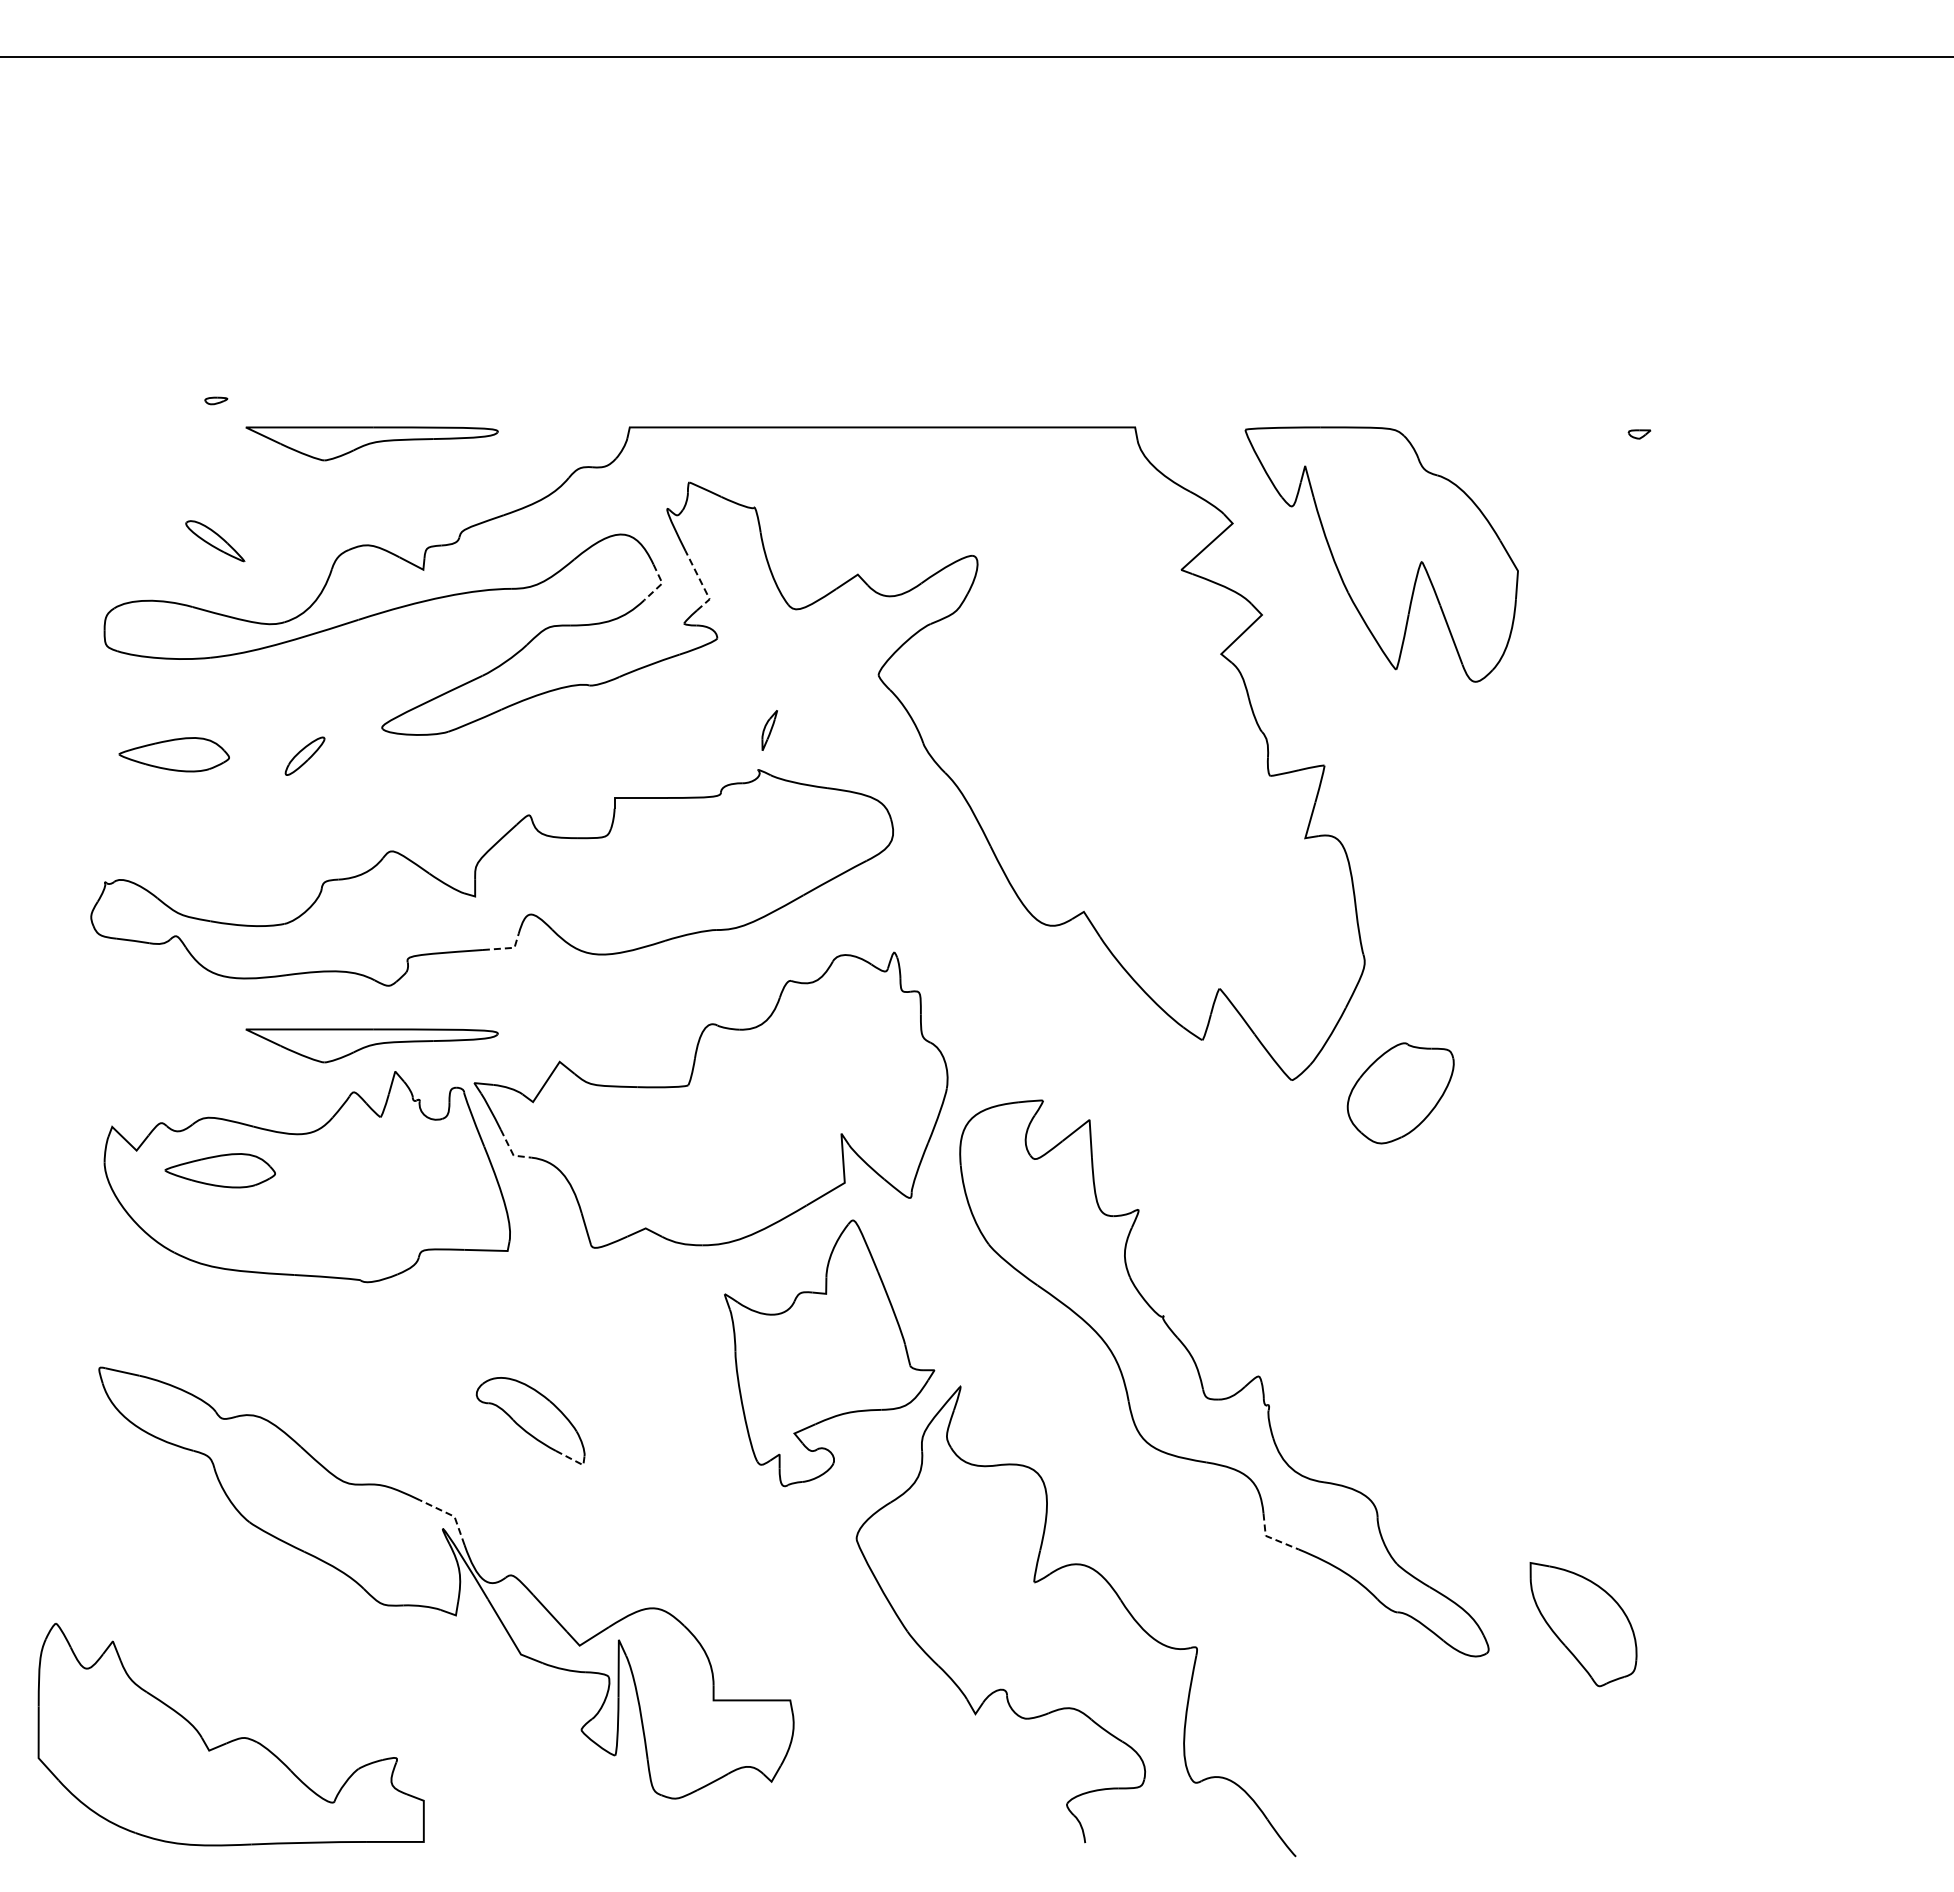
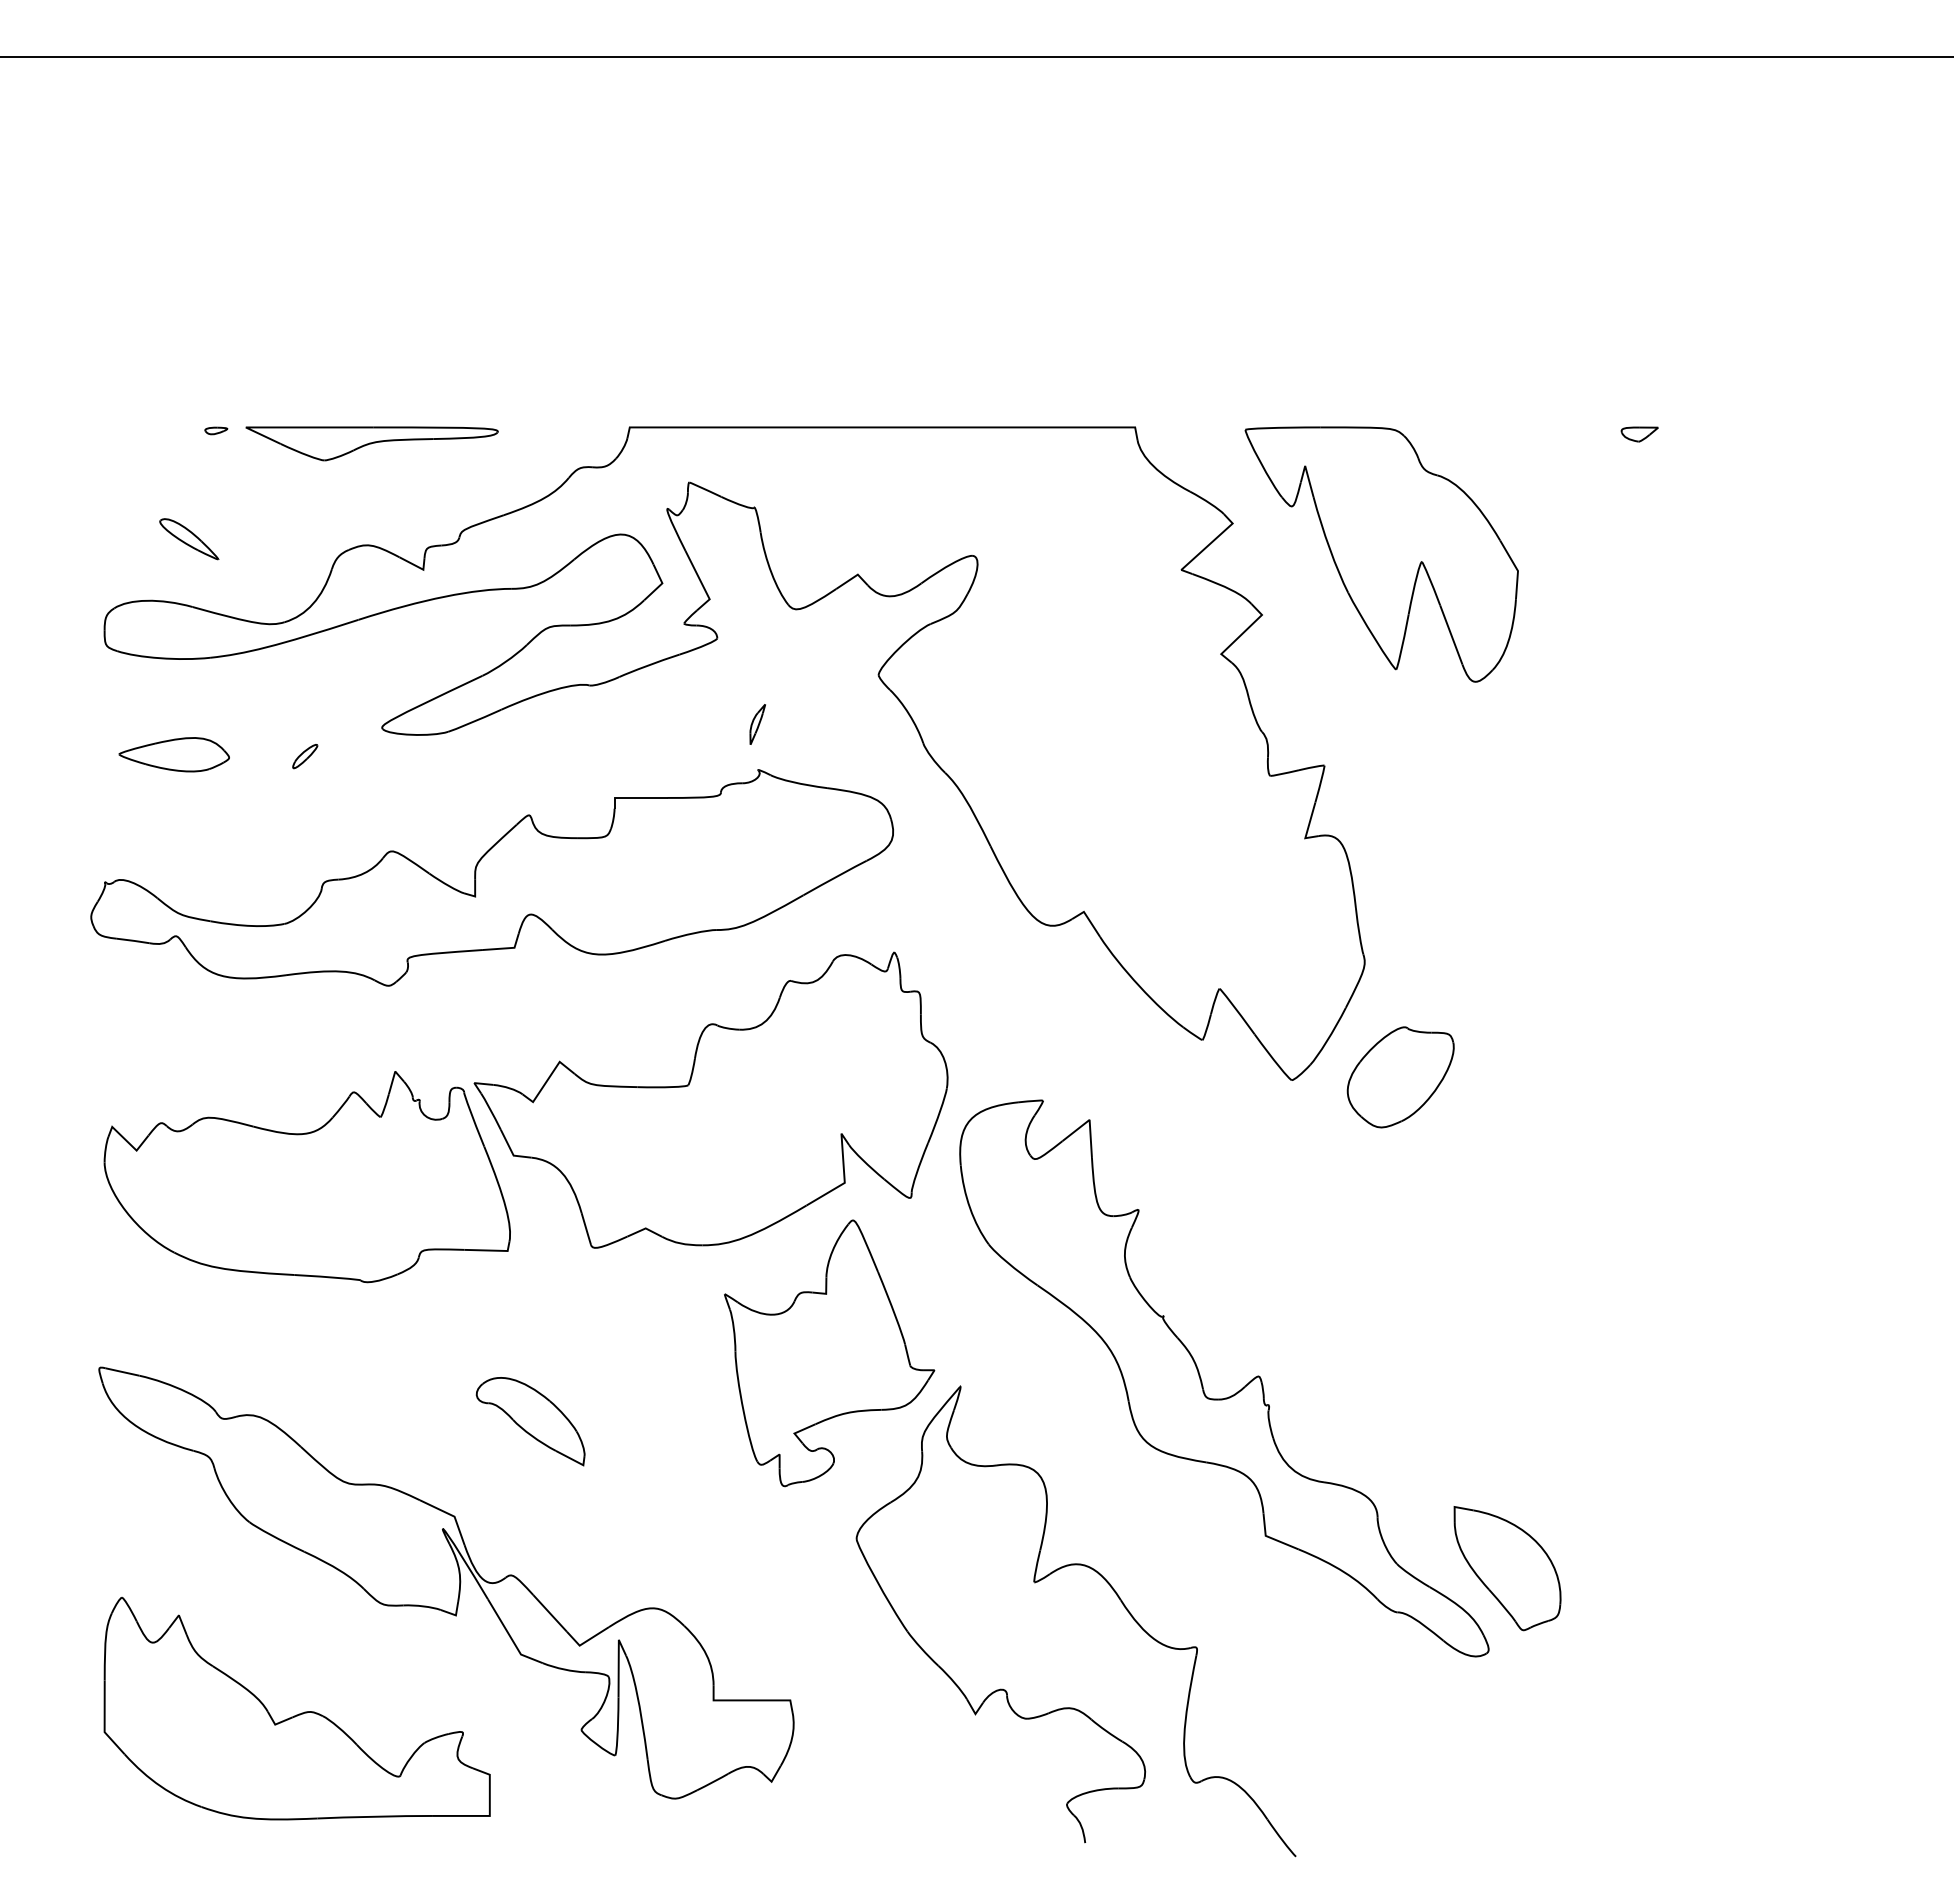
part at (216, 400) position: (216, 400) -> (216, 430)
part at (1639, 434) size: 25x11 px -> 39x17 px
part at (215, 541) position: (215, 541) -> (189, 539)
line at (701, 582): dashed -> solid
line at (660, 584): dashed -> solid
part at (769, 730) position: (769, 730) -> (757, 724)
part at (304, 755) size: 42x40 px -> 27x26 px
line at (506, 948): dashed -> solid
part at (371, 1045): present -> none
part at (1400, 1093) position: (1400, 1093) -> (1400, 1077)
line at (511, 1152): dashed -> solid
part at (219, 1170): present -> none
line at (574, 1460): dashed -> solid
line at (451, 1515): dashed -> solid
line at (1271, 1538): dashed -> solid
part at (1583, 1624) position: (1583, 1624) -> (1507, 1568)
part at (230, 1734) position: (230, 1734) -> (296, 1708)
